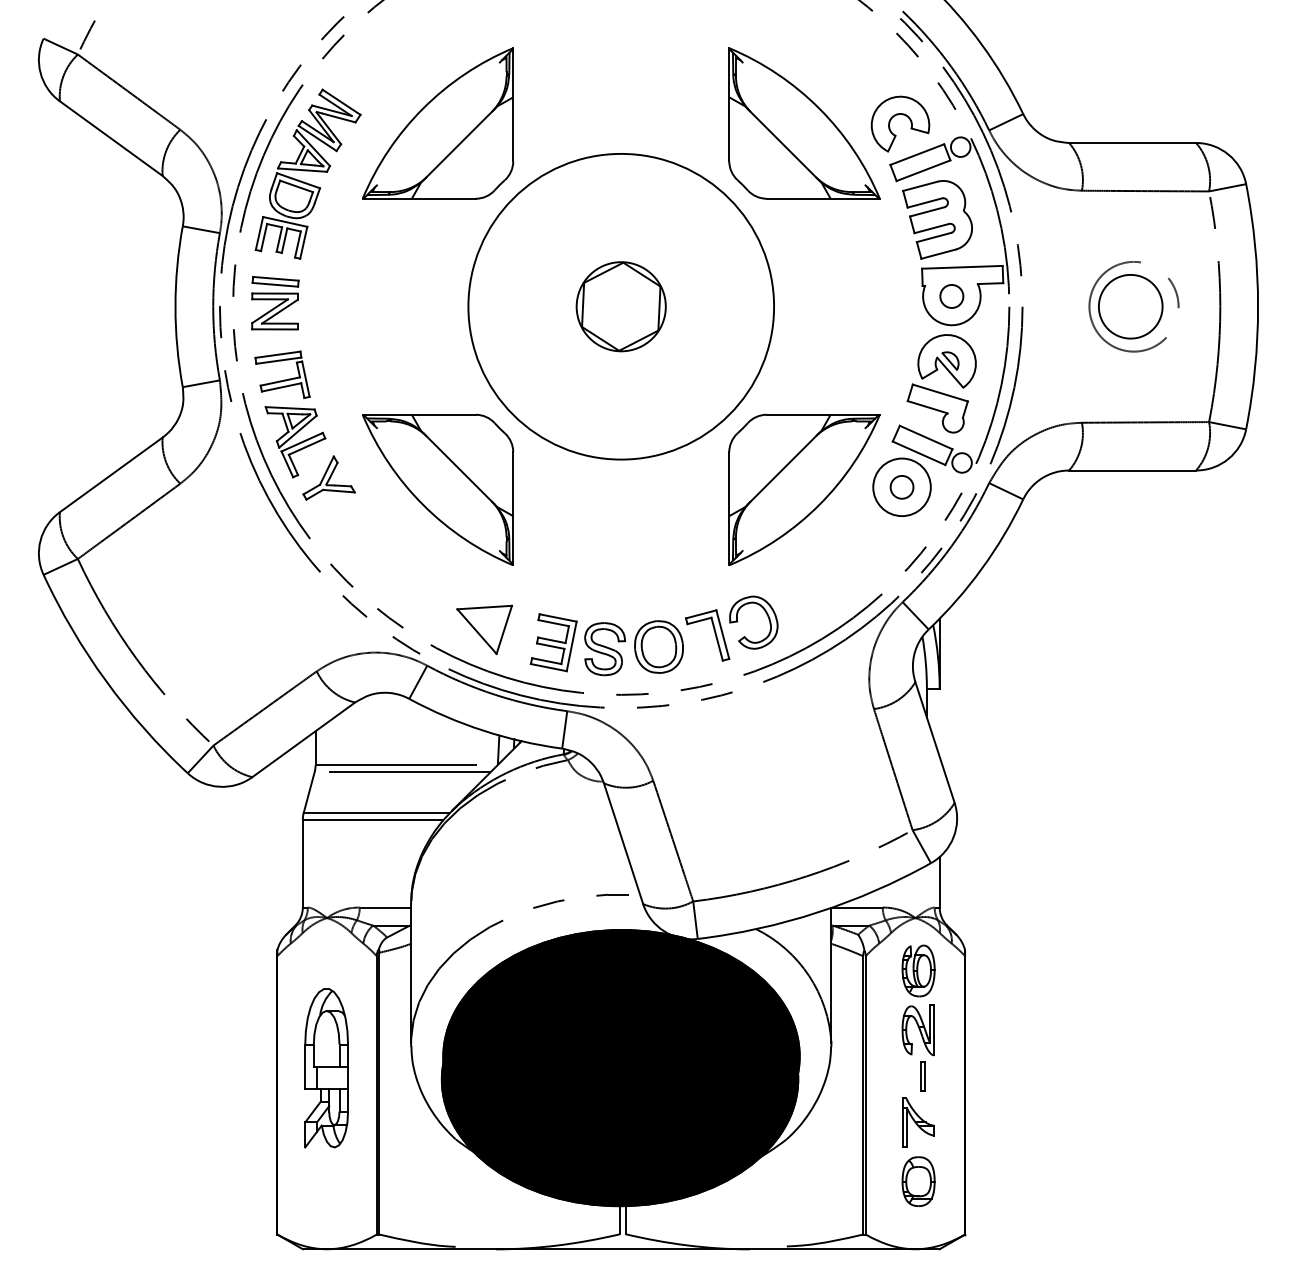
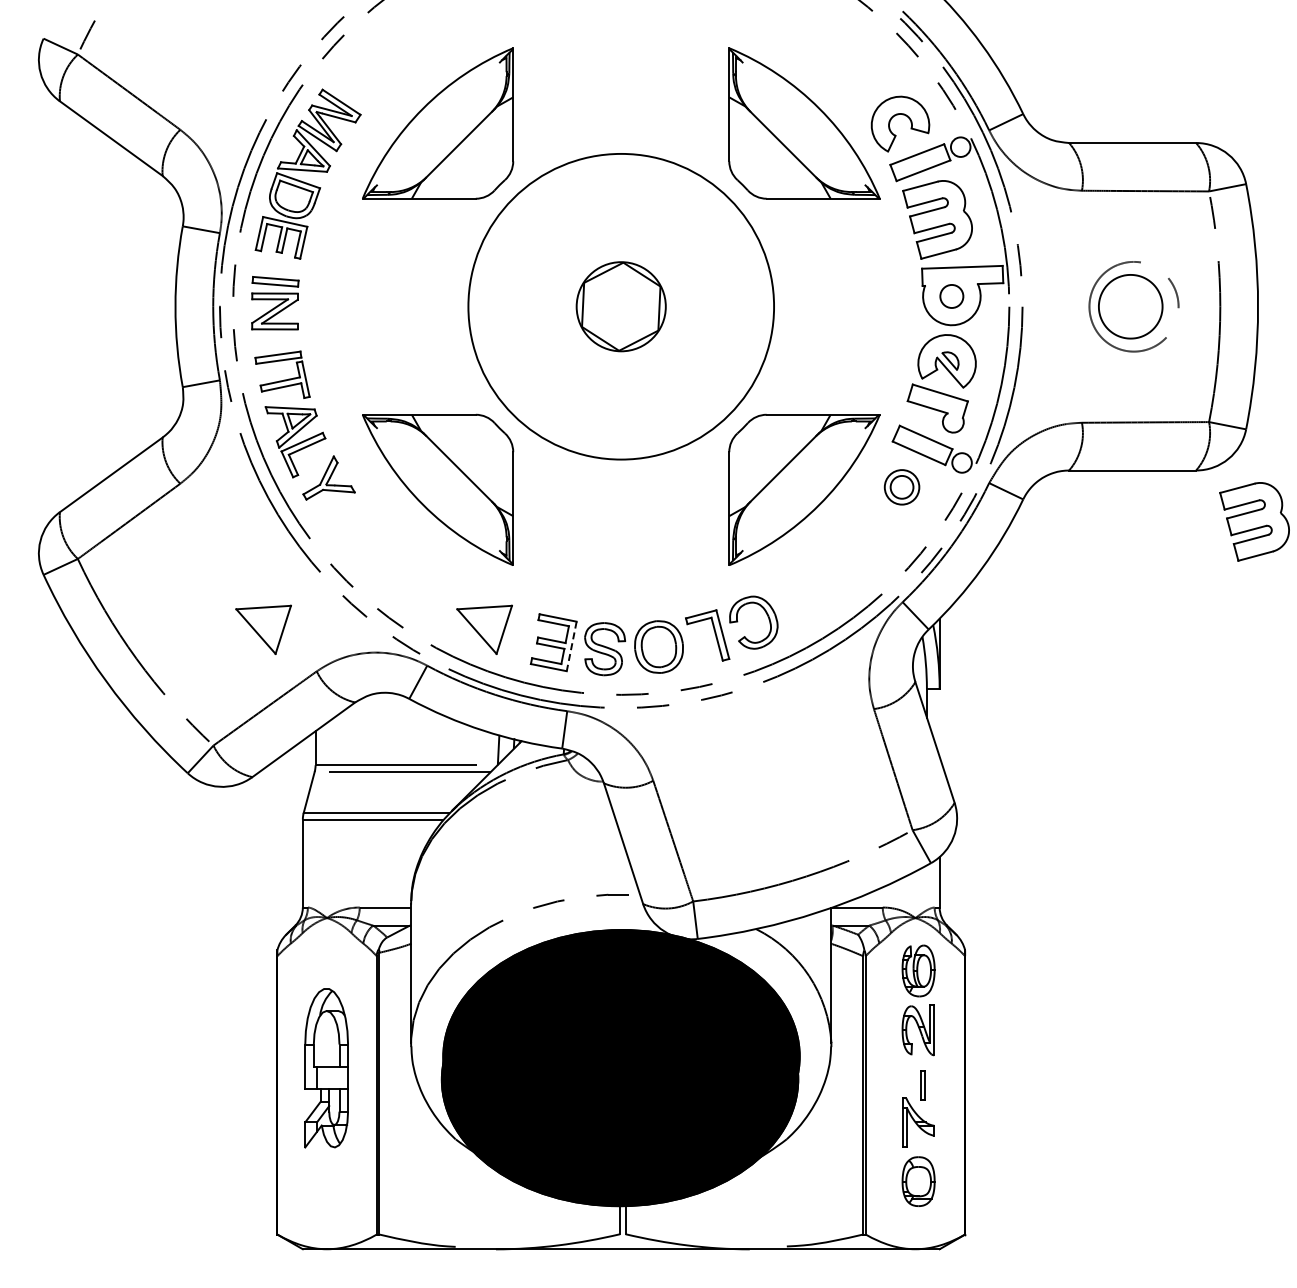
circle at (901, 487) diameter: 58 px -> 35 px
part at (1254, 521): none -> present
part at (263, 629): none -> present
line at (571, 646): solid -> dashed
part at (922, 1076) position: (922, 1076) -> (922, 1085)
